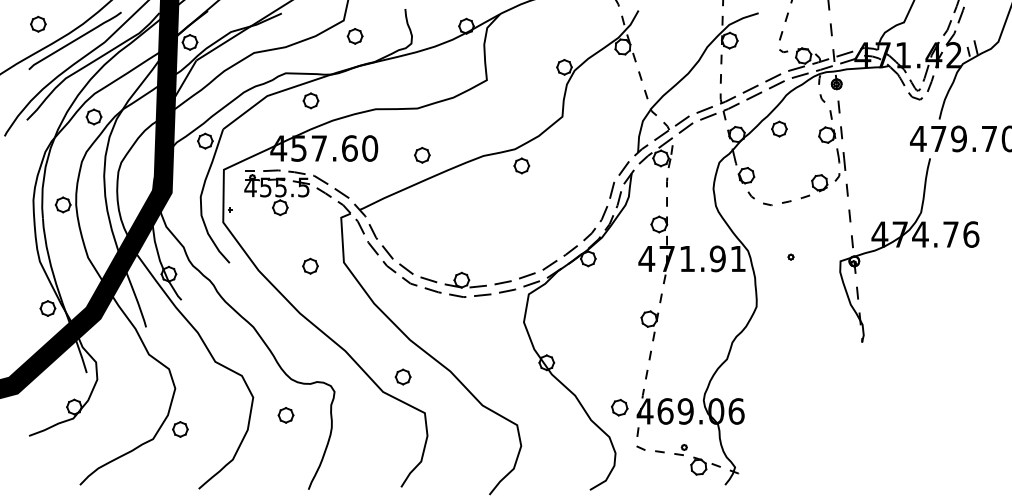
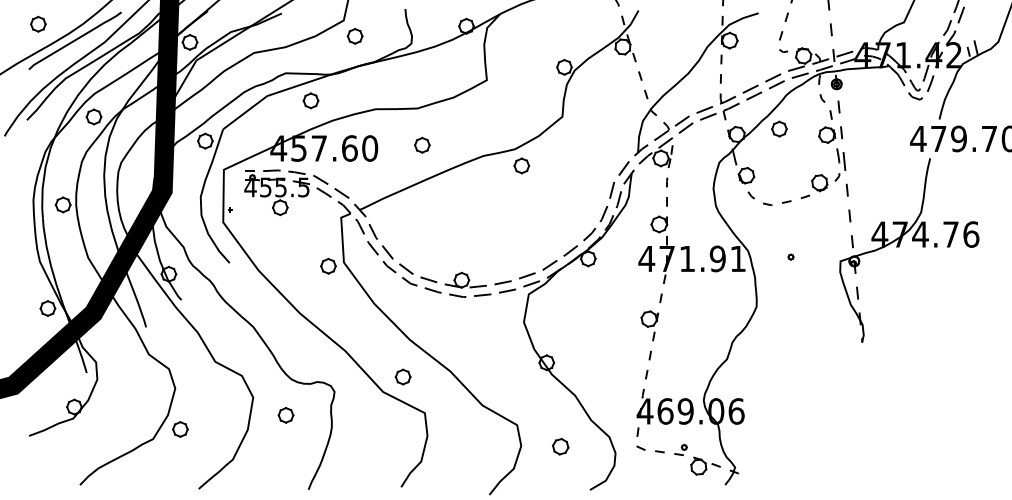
part at (422, 155) position: (422, 155) -> (422, 145)
part at (310, 265) position: (310, 265) -> (328, 265)
part at (619, 407) position: (619, 407) -> (560, 446)
